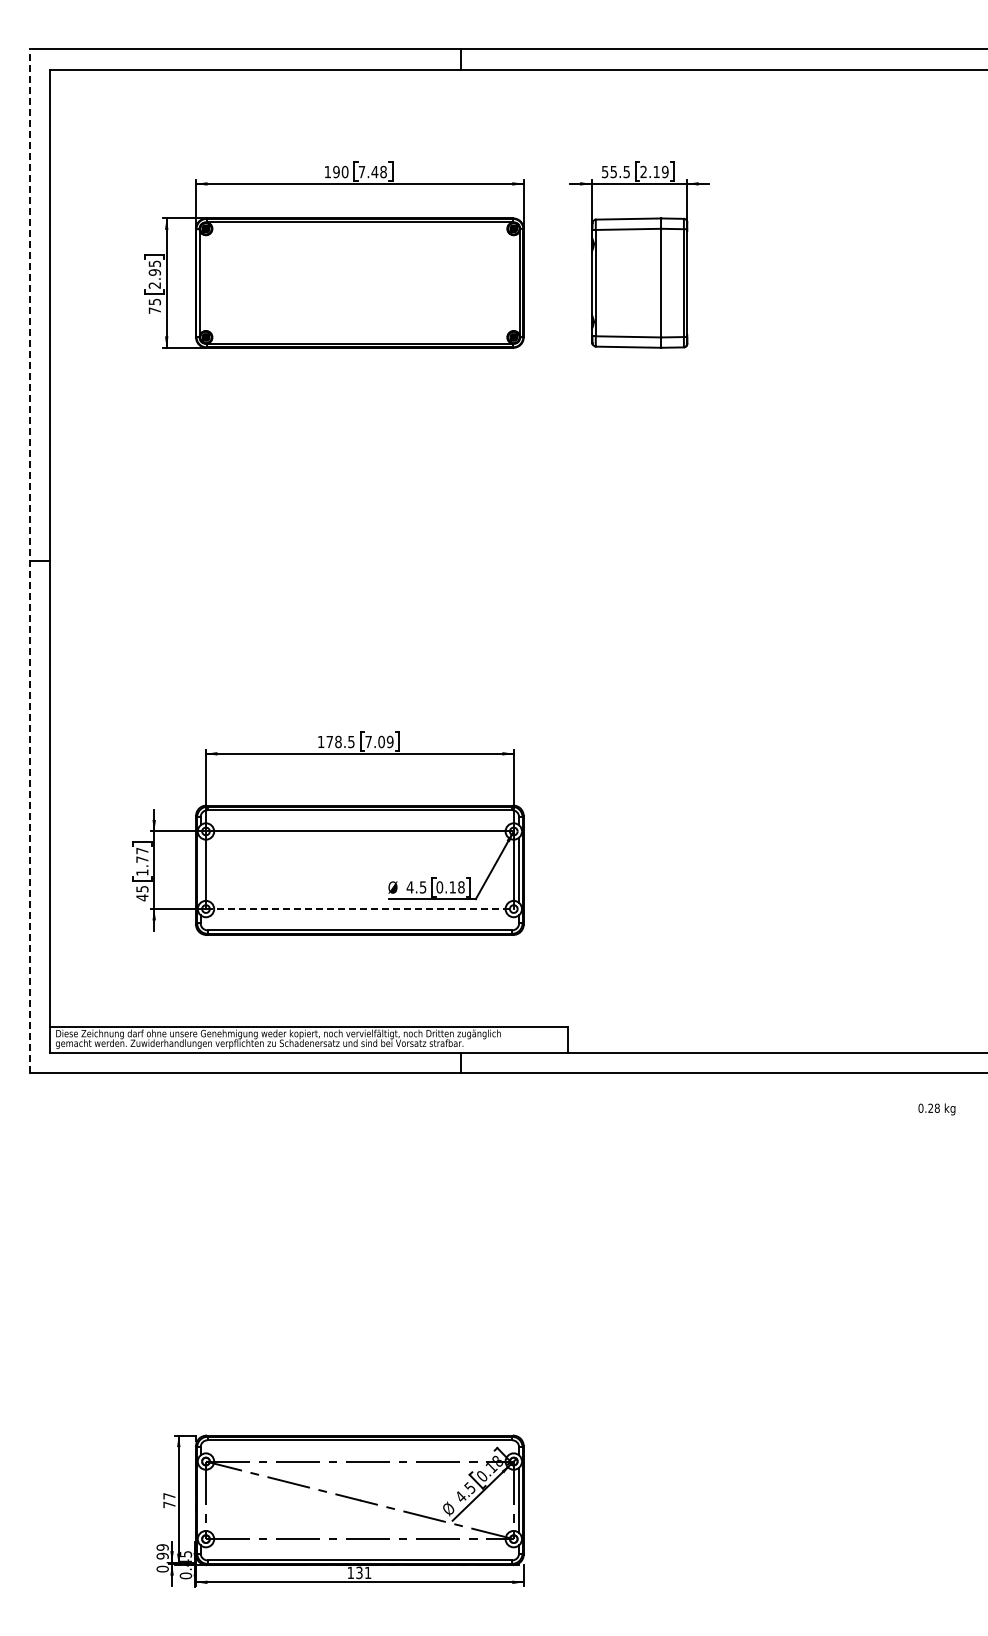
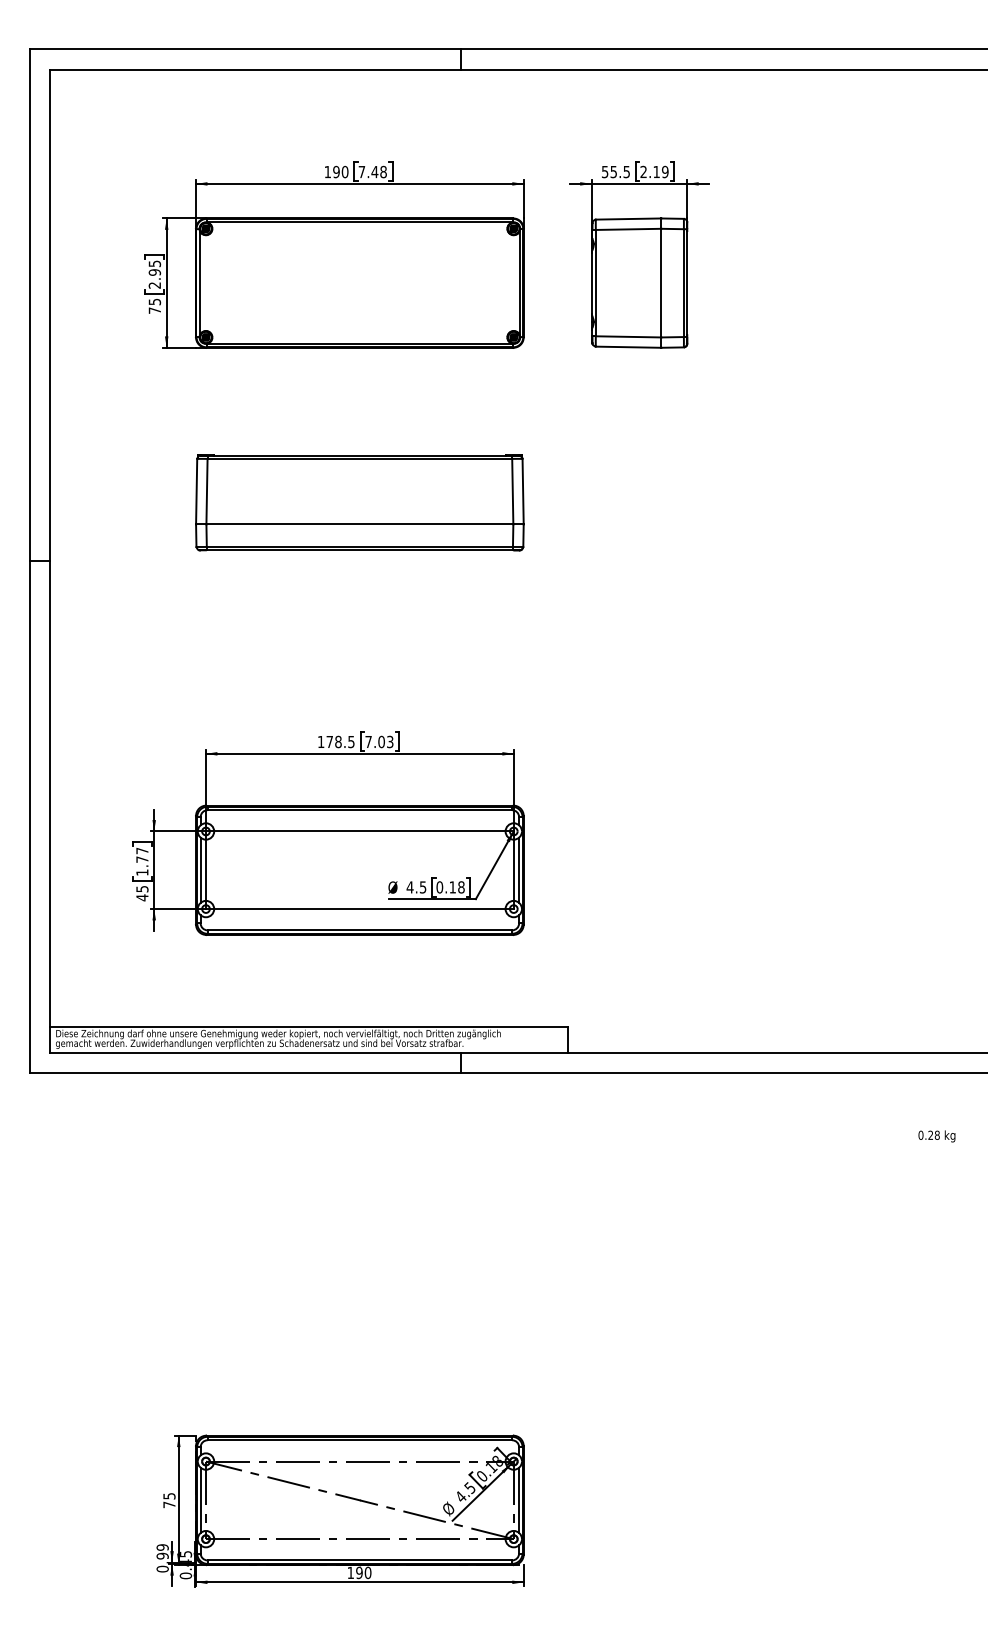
part at (359, 502): none -> present
line at (29, 560): dashed -> solid
text at (389, 741): 7.09 -> 7.03
line at (200, 869): none -> present
line at (359, 909): dashed -> solid
text at (936, 1109) position: (936, 1109) -> (936, 1136)
text at (169, 1496): 77 -> 75
line at (200, 1499): none -> present
text at (363, 1572): 131 -> 190
